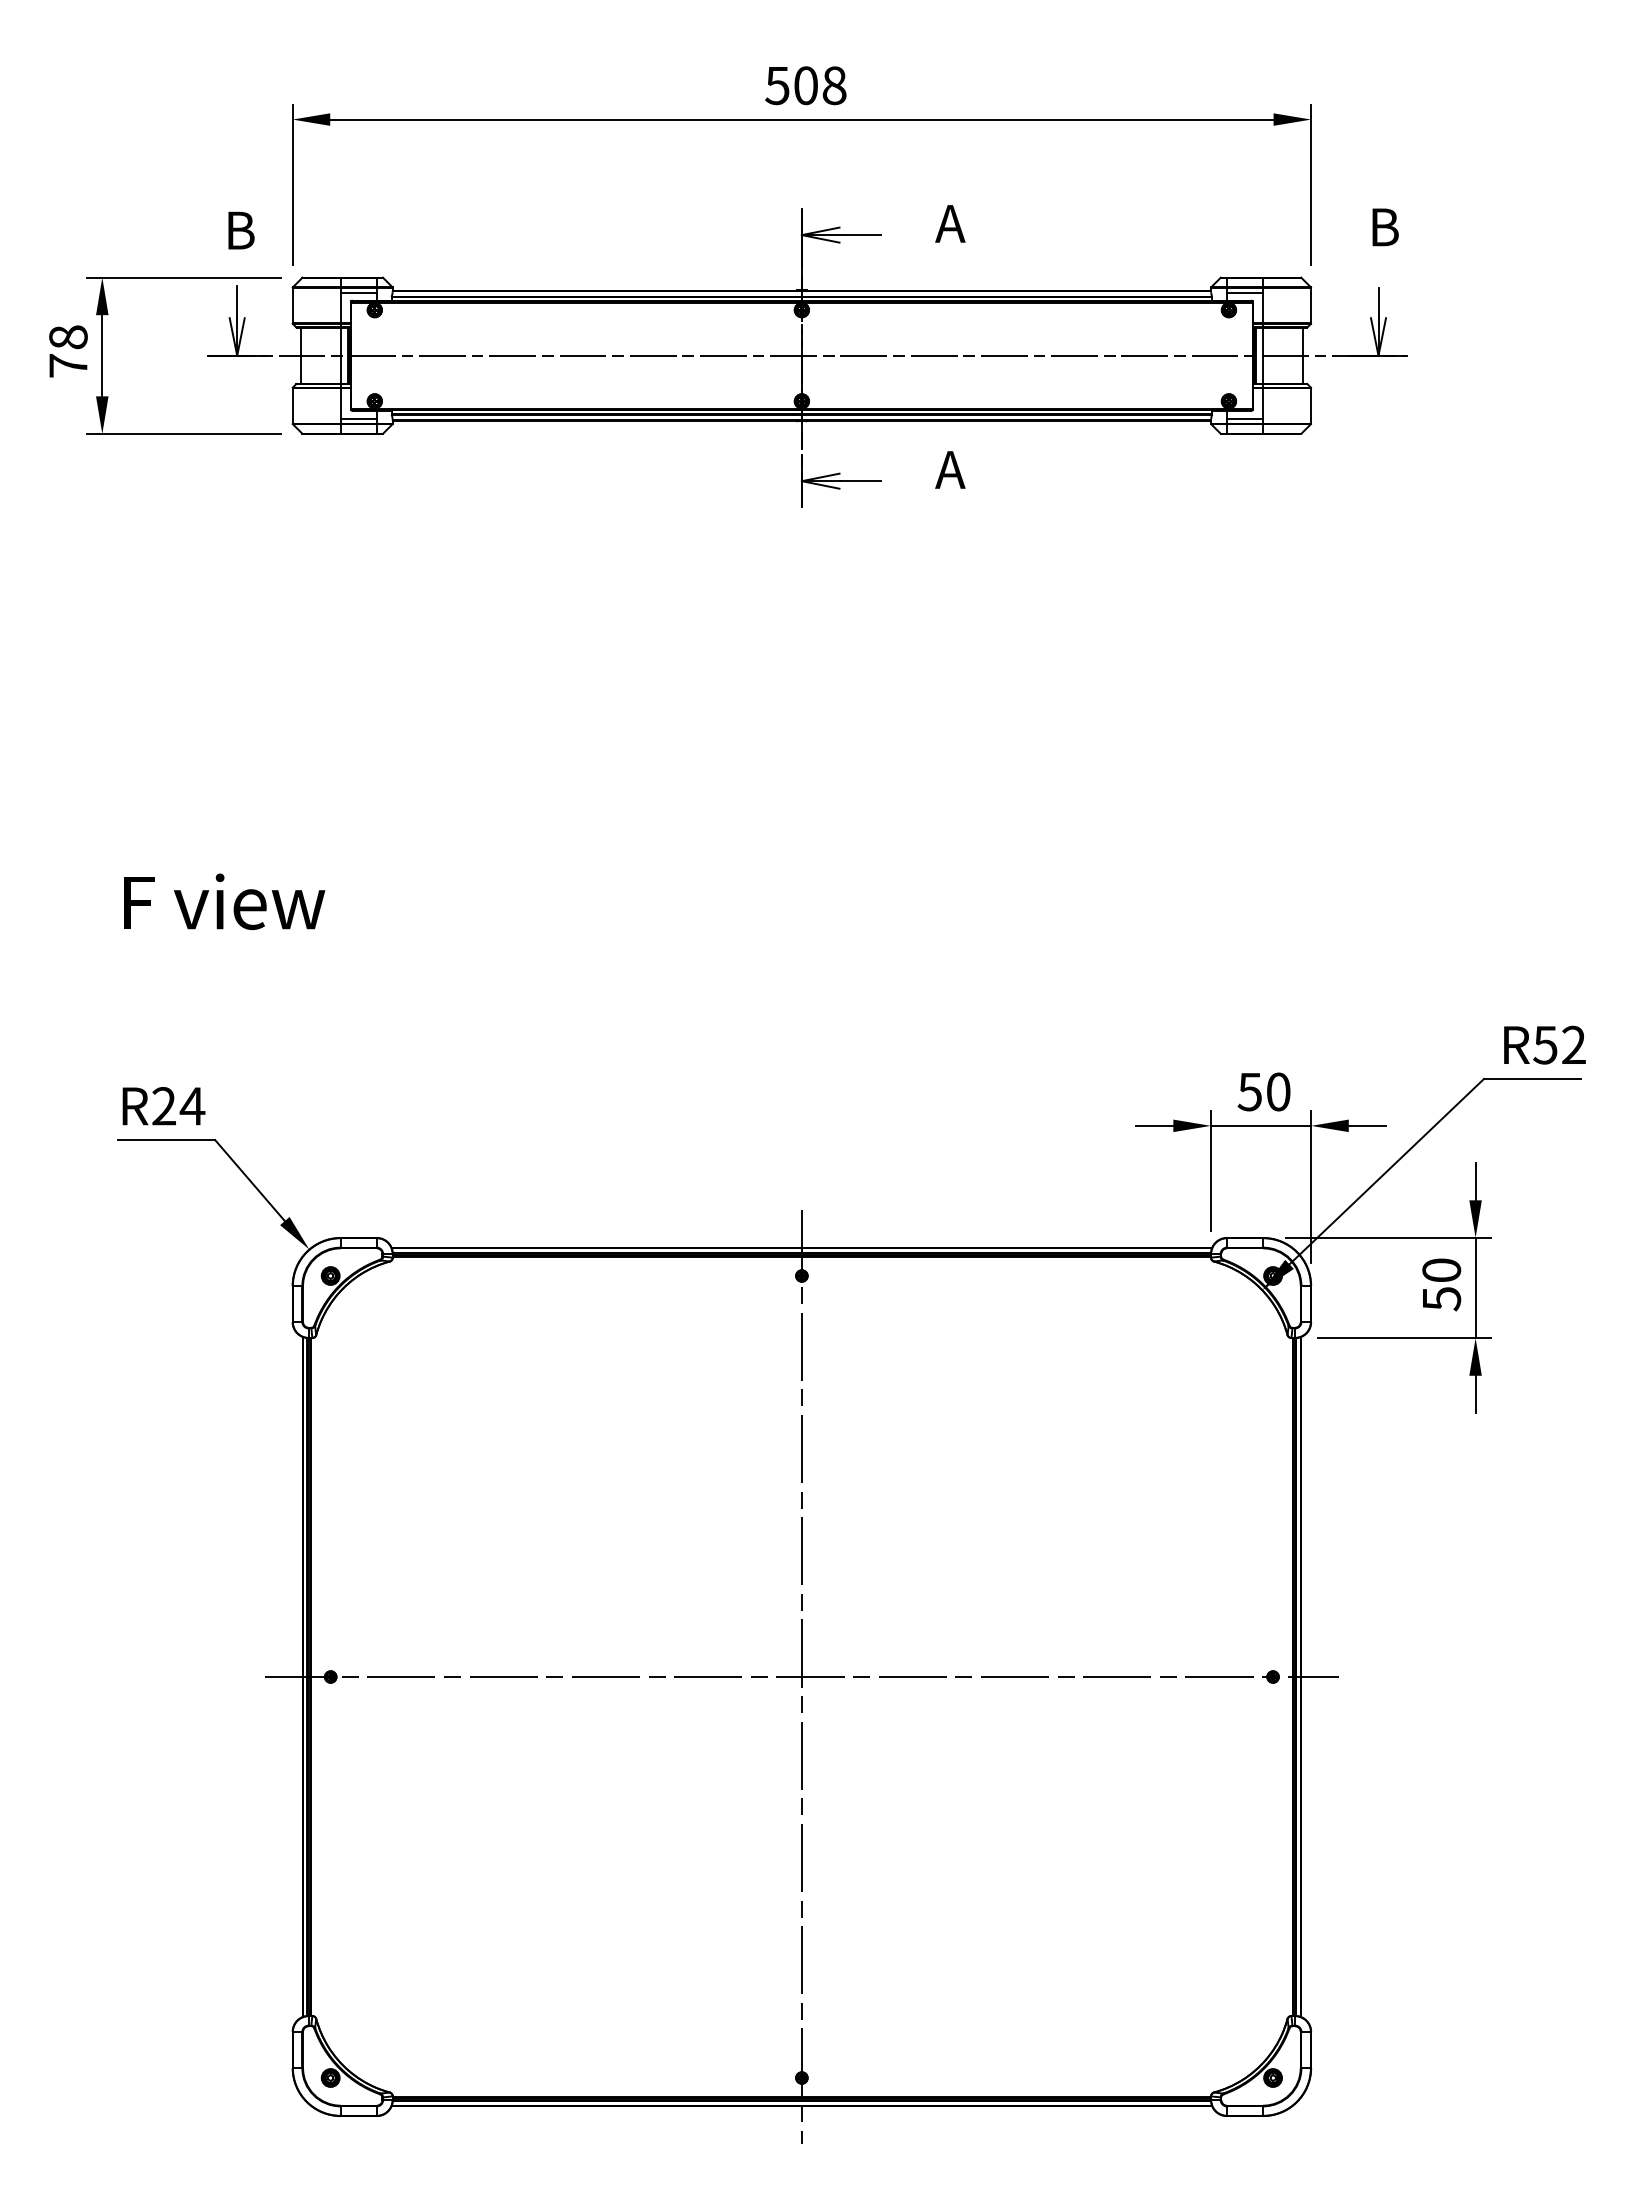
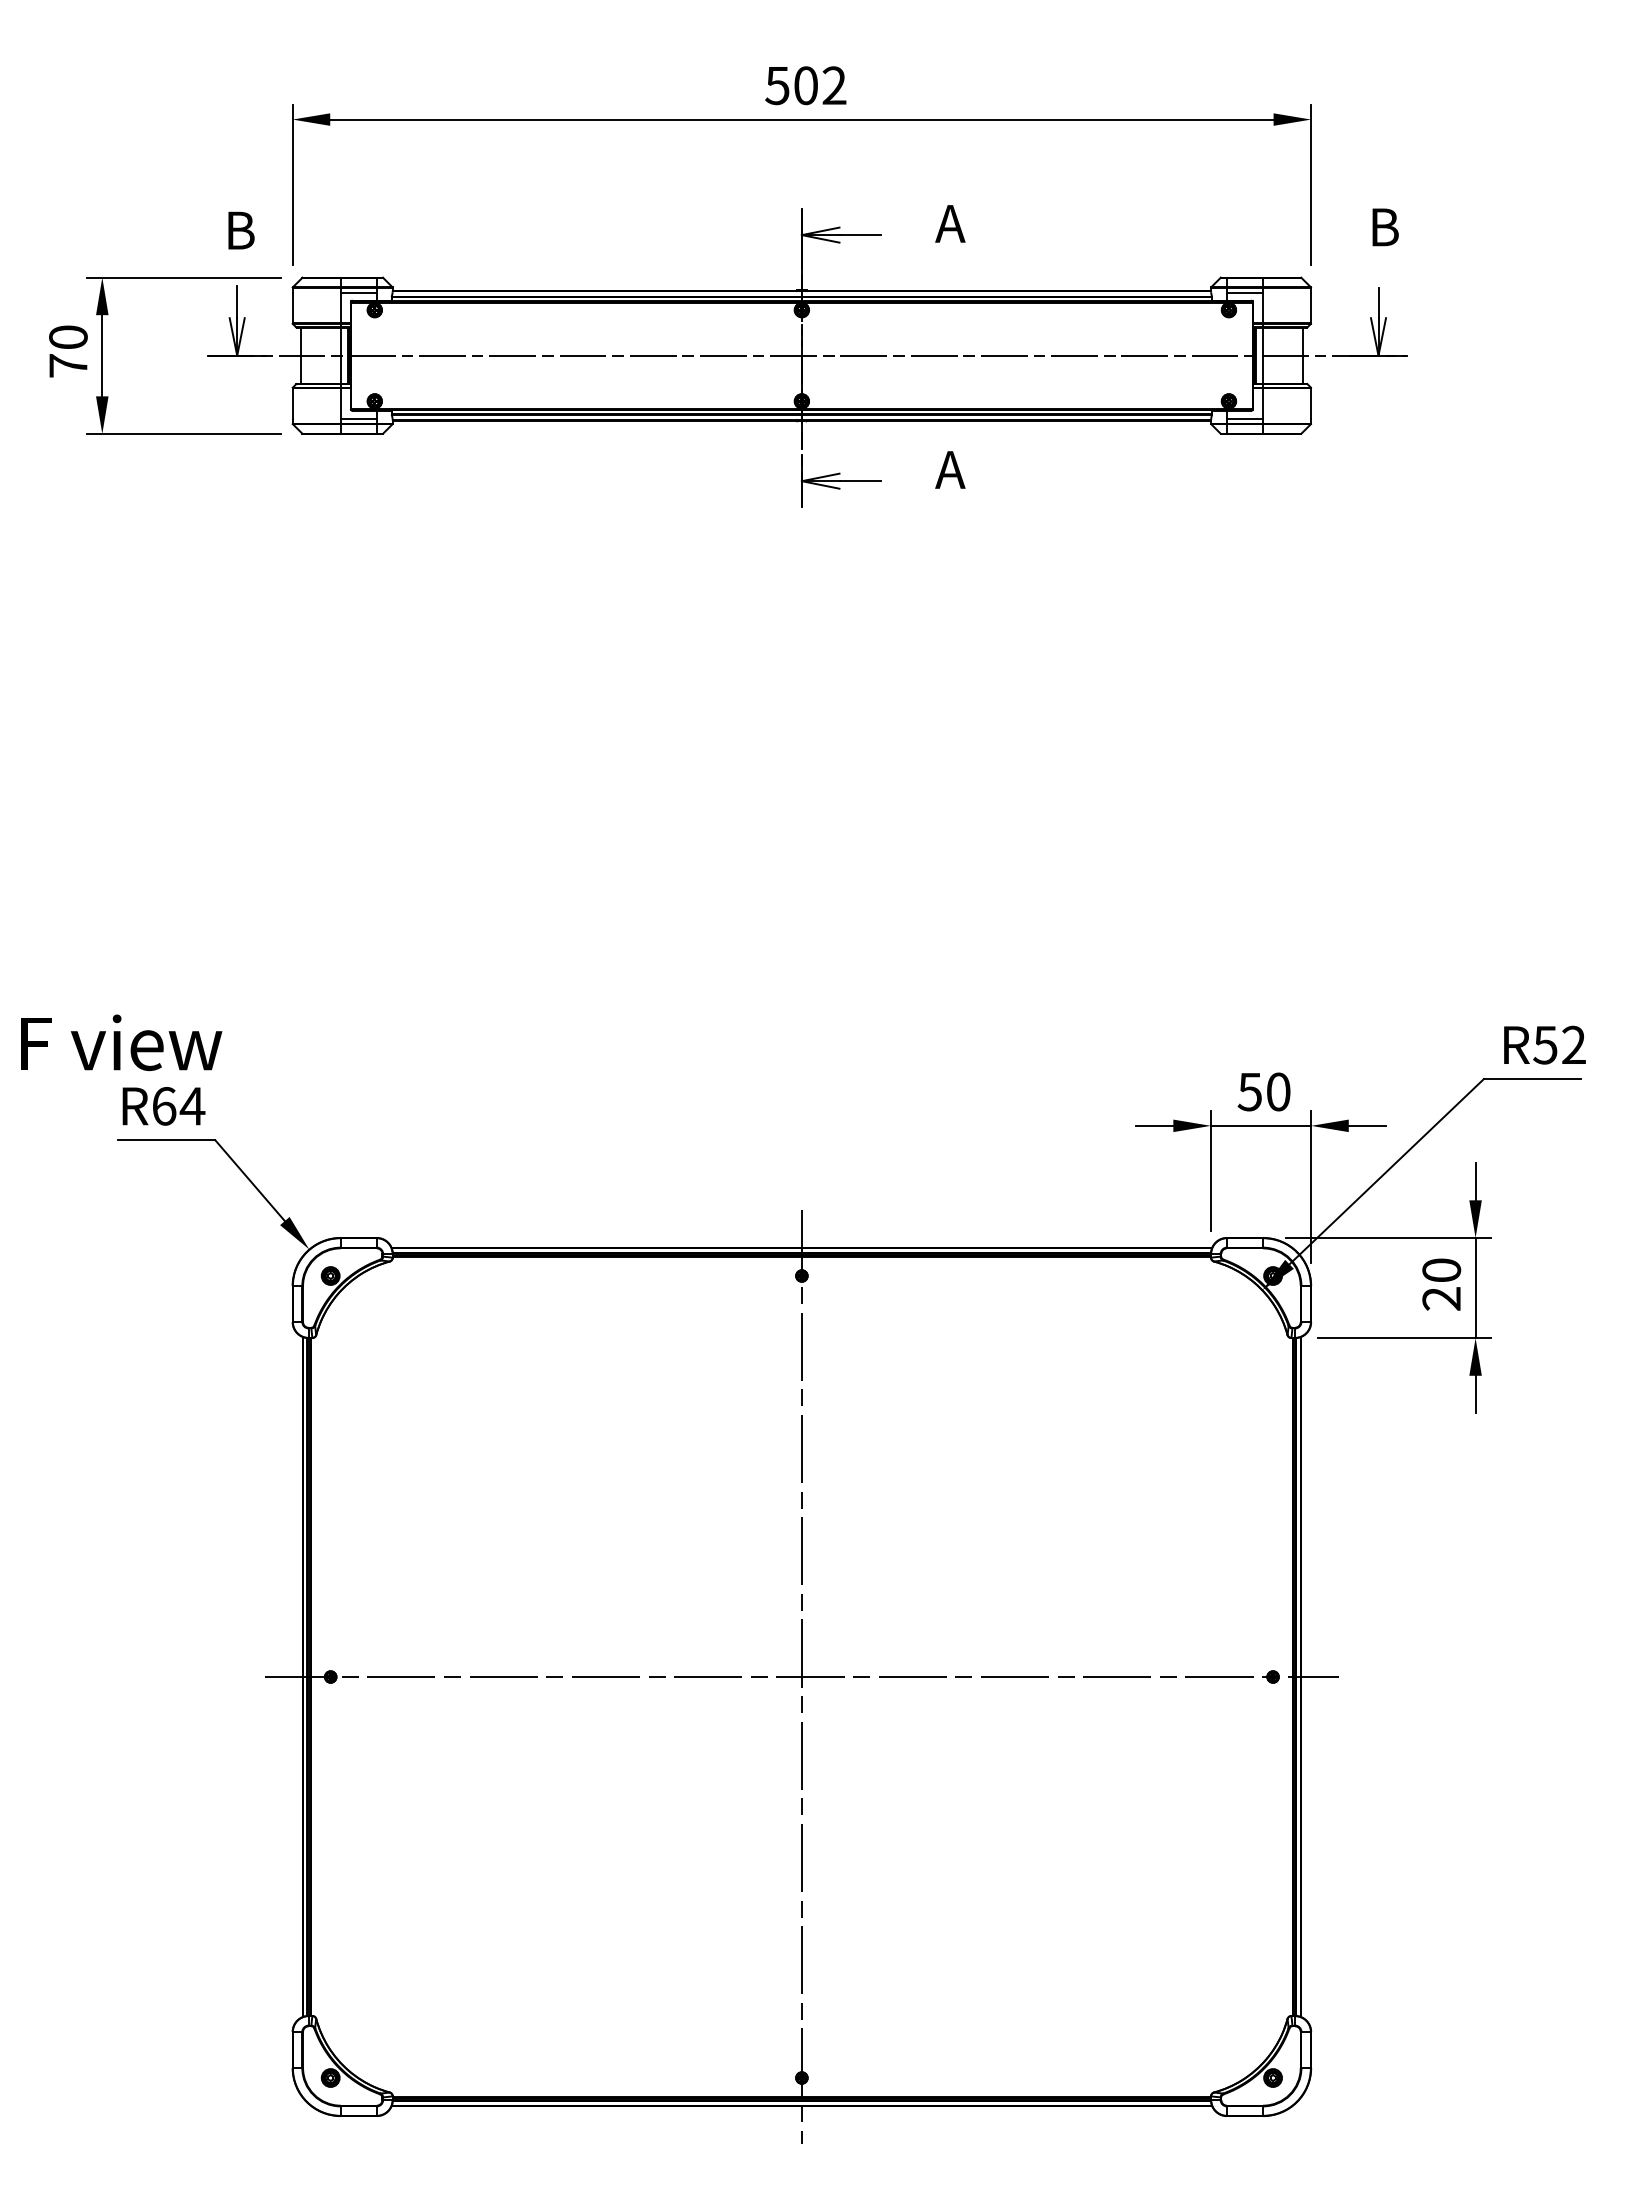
text at (834, 85): 508 -> 502
text at (68, 337): 78 -> 70
text at (224, 901) position: (224, 901) -> (121, 1042)
text at (164, 1106): R24 -> R64
text at (1441, 1299): 50 -> 20
